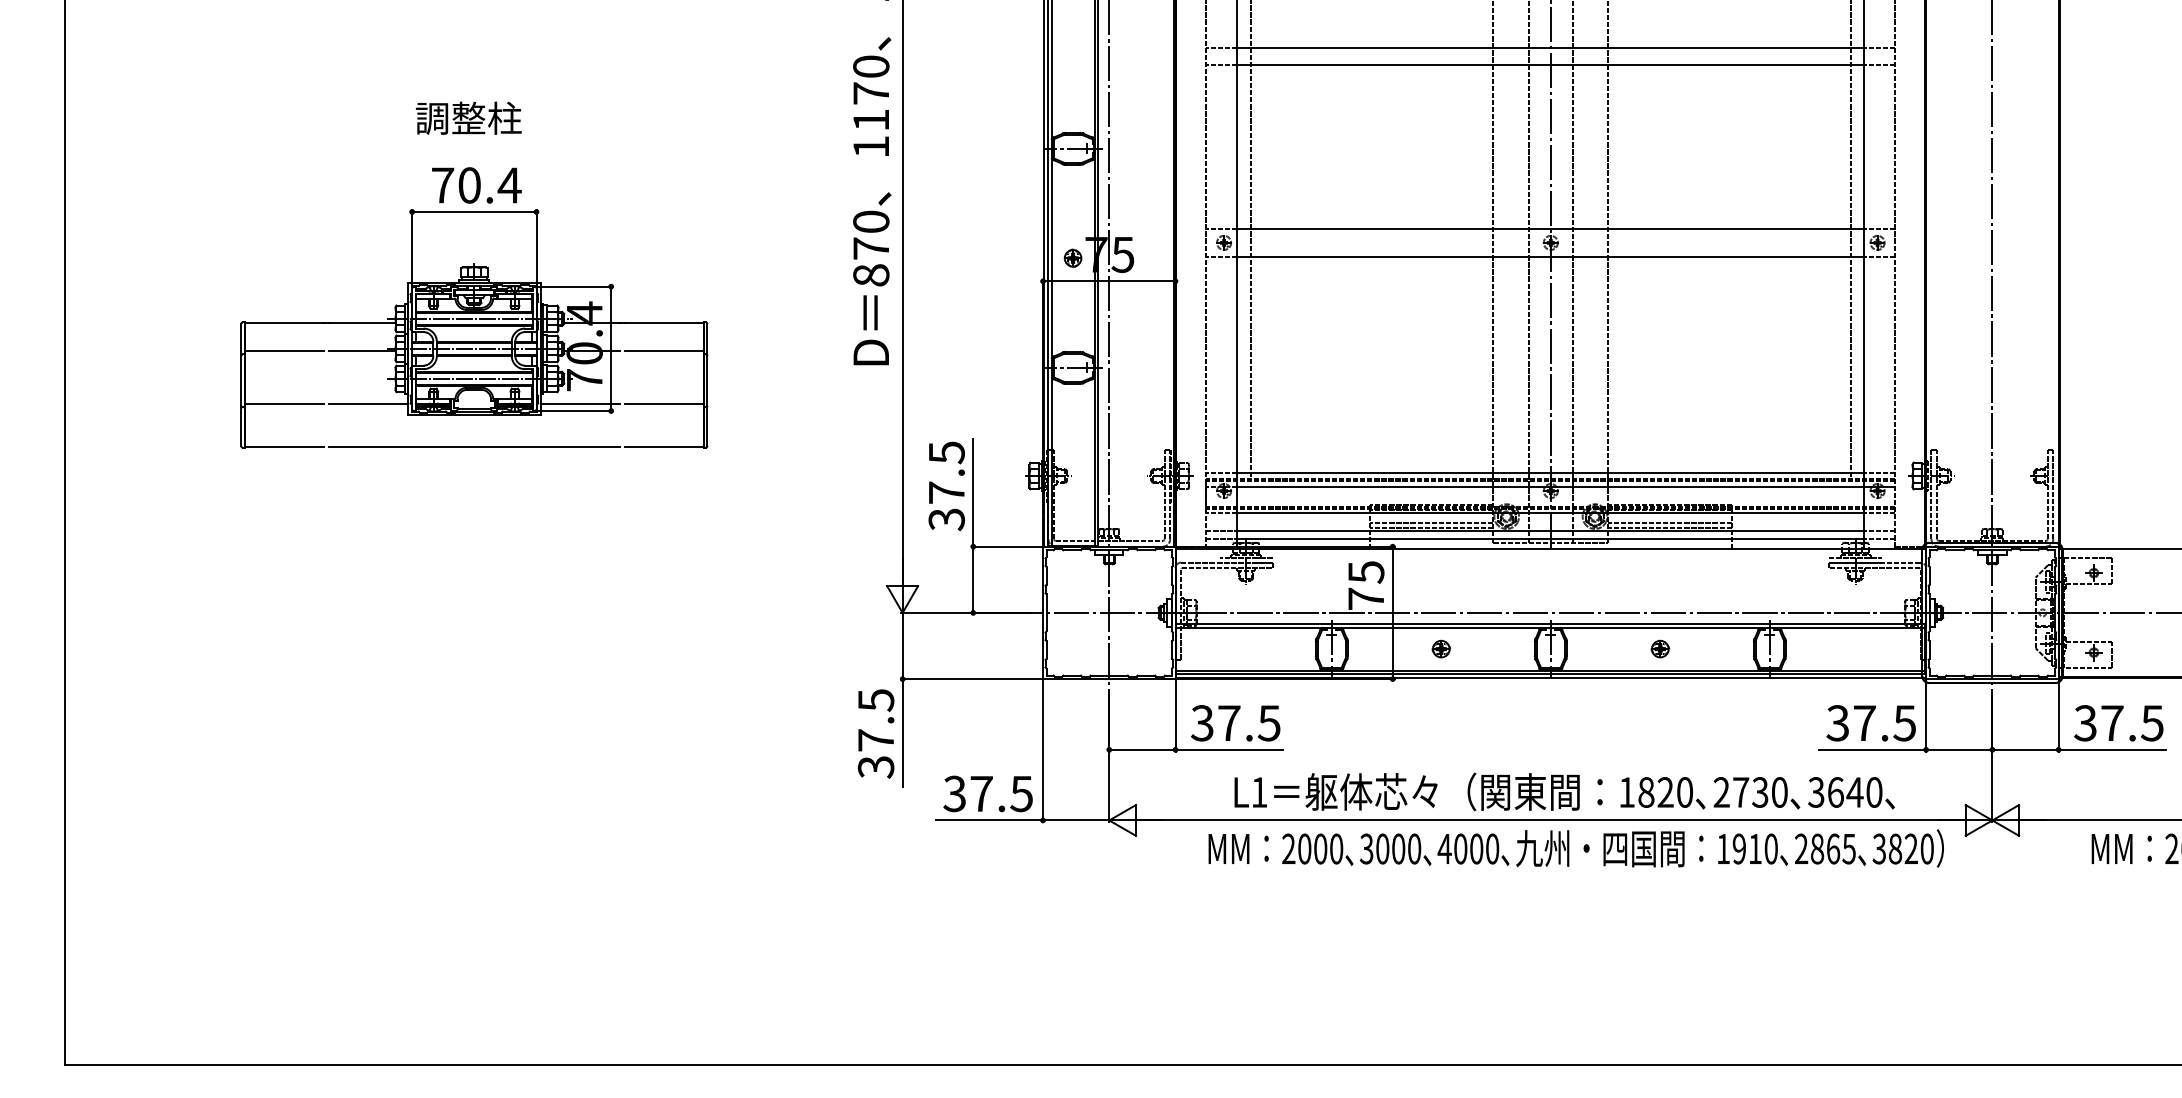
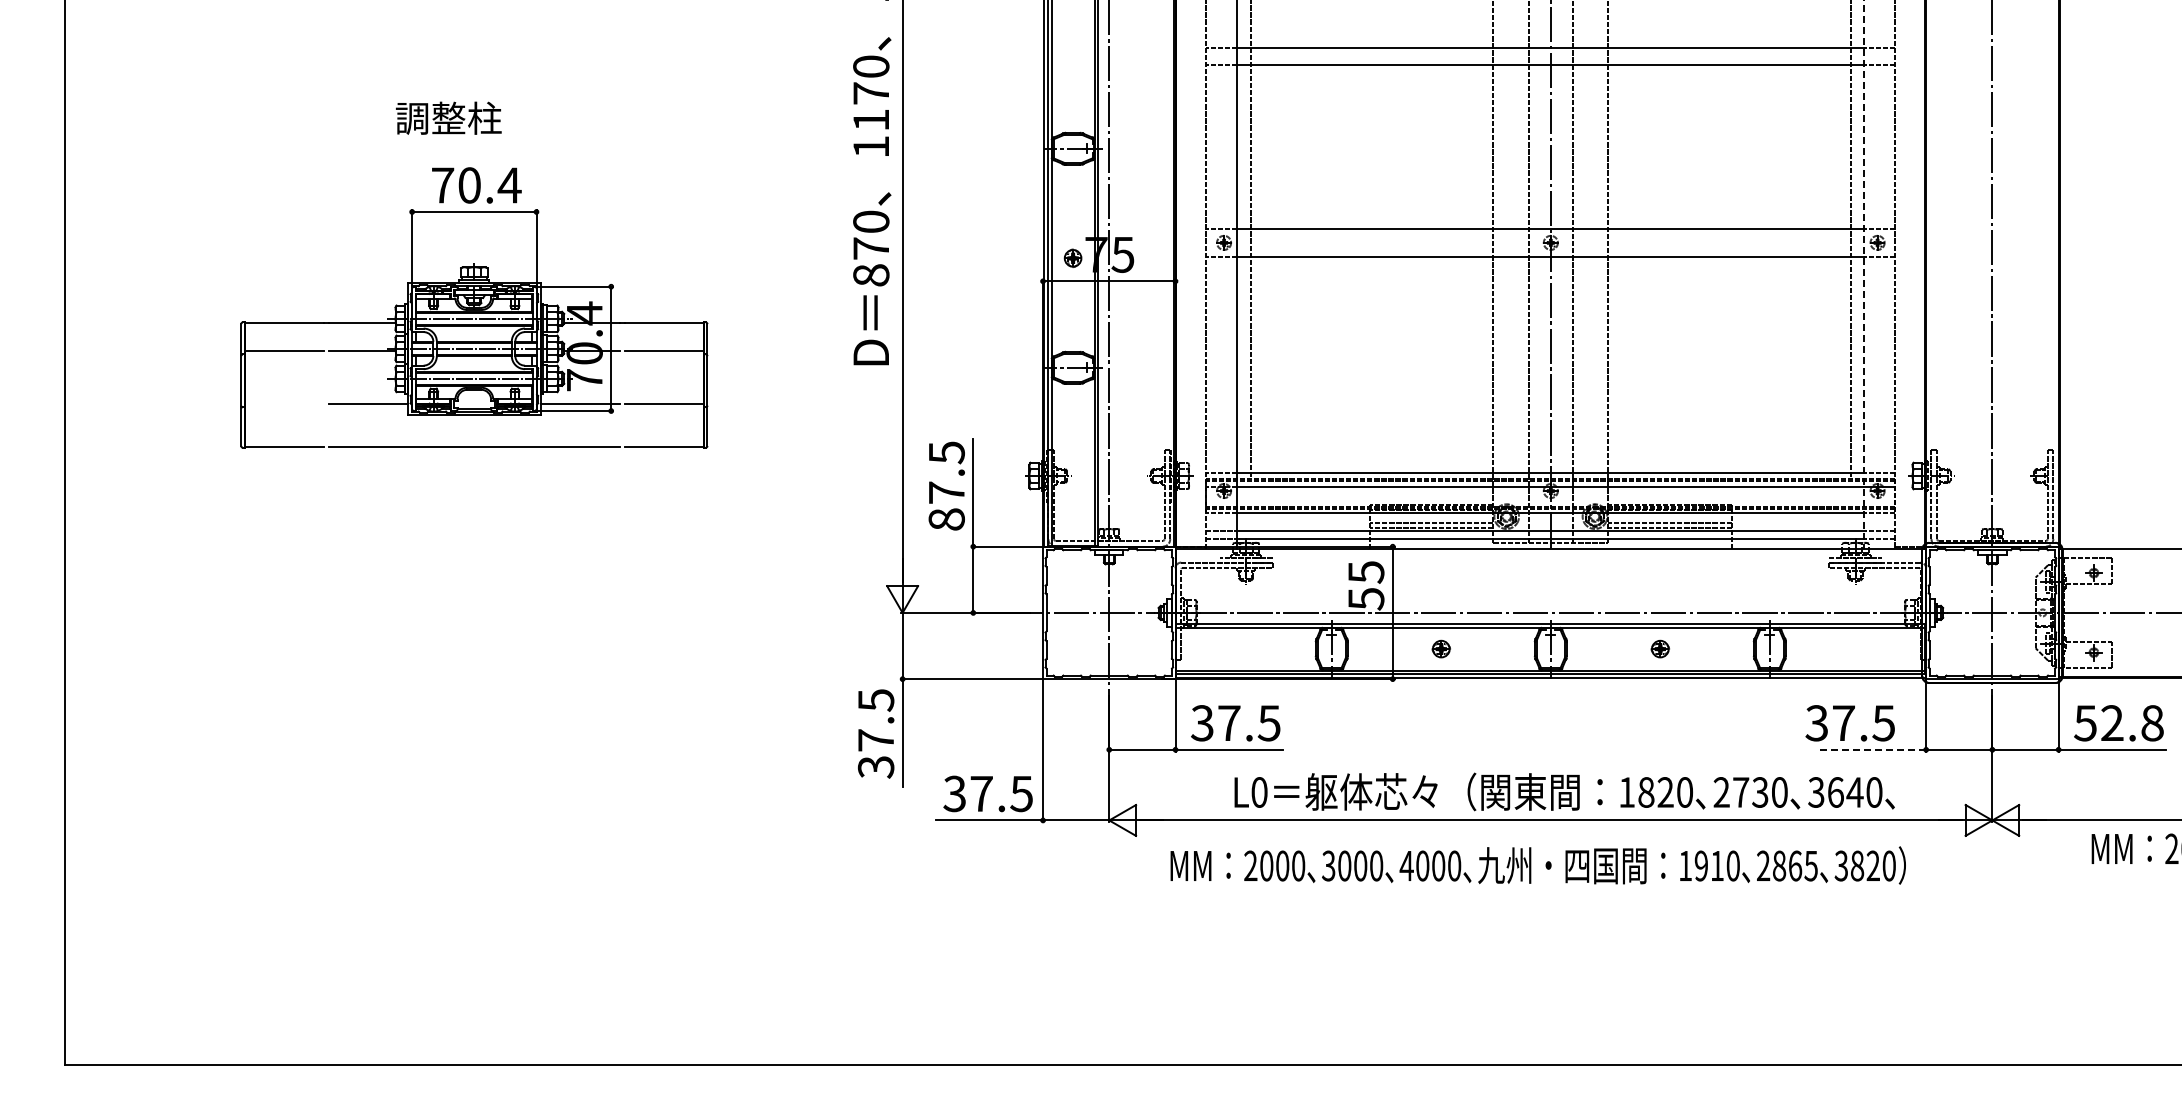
text at (468, 117) position: (468, 117) -> (448, 117)
line at (1864, 275): solid -> dashed
line at (283, 403): present -> none
text at (946, 519): 37.5 -> 87.5
text at (1366, 598): 75 -> 55
text at (1870, 723) position: (1870, 723) -> (1849, 723)
text at (2118, 723): 37.5 -> 52.8
line at (1872, 749): solid -> dashed
text at (1259, 792): L1 -> L0
text at (1575, 848) position: (1575, 848) -> (1537, 865)
